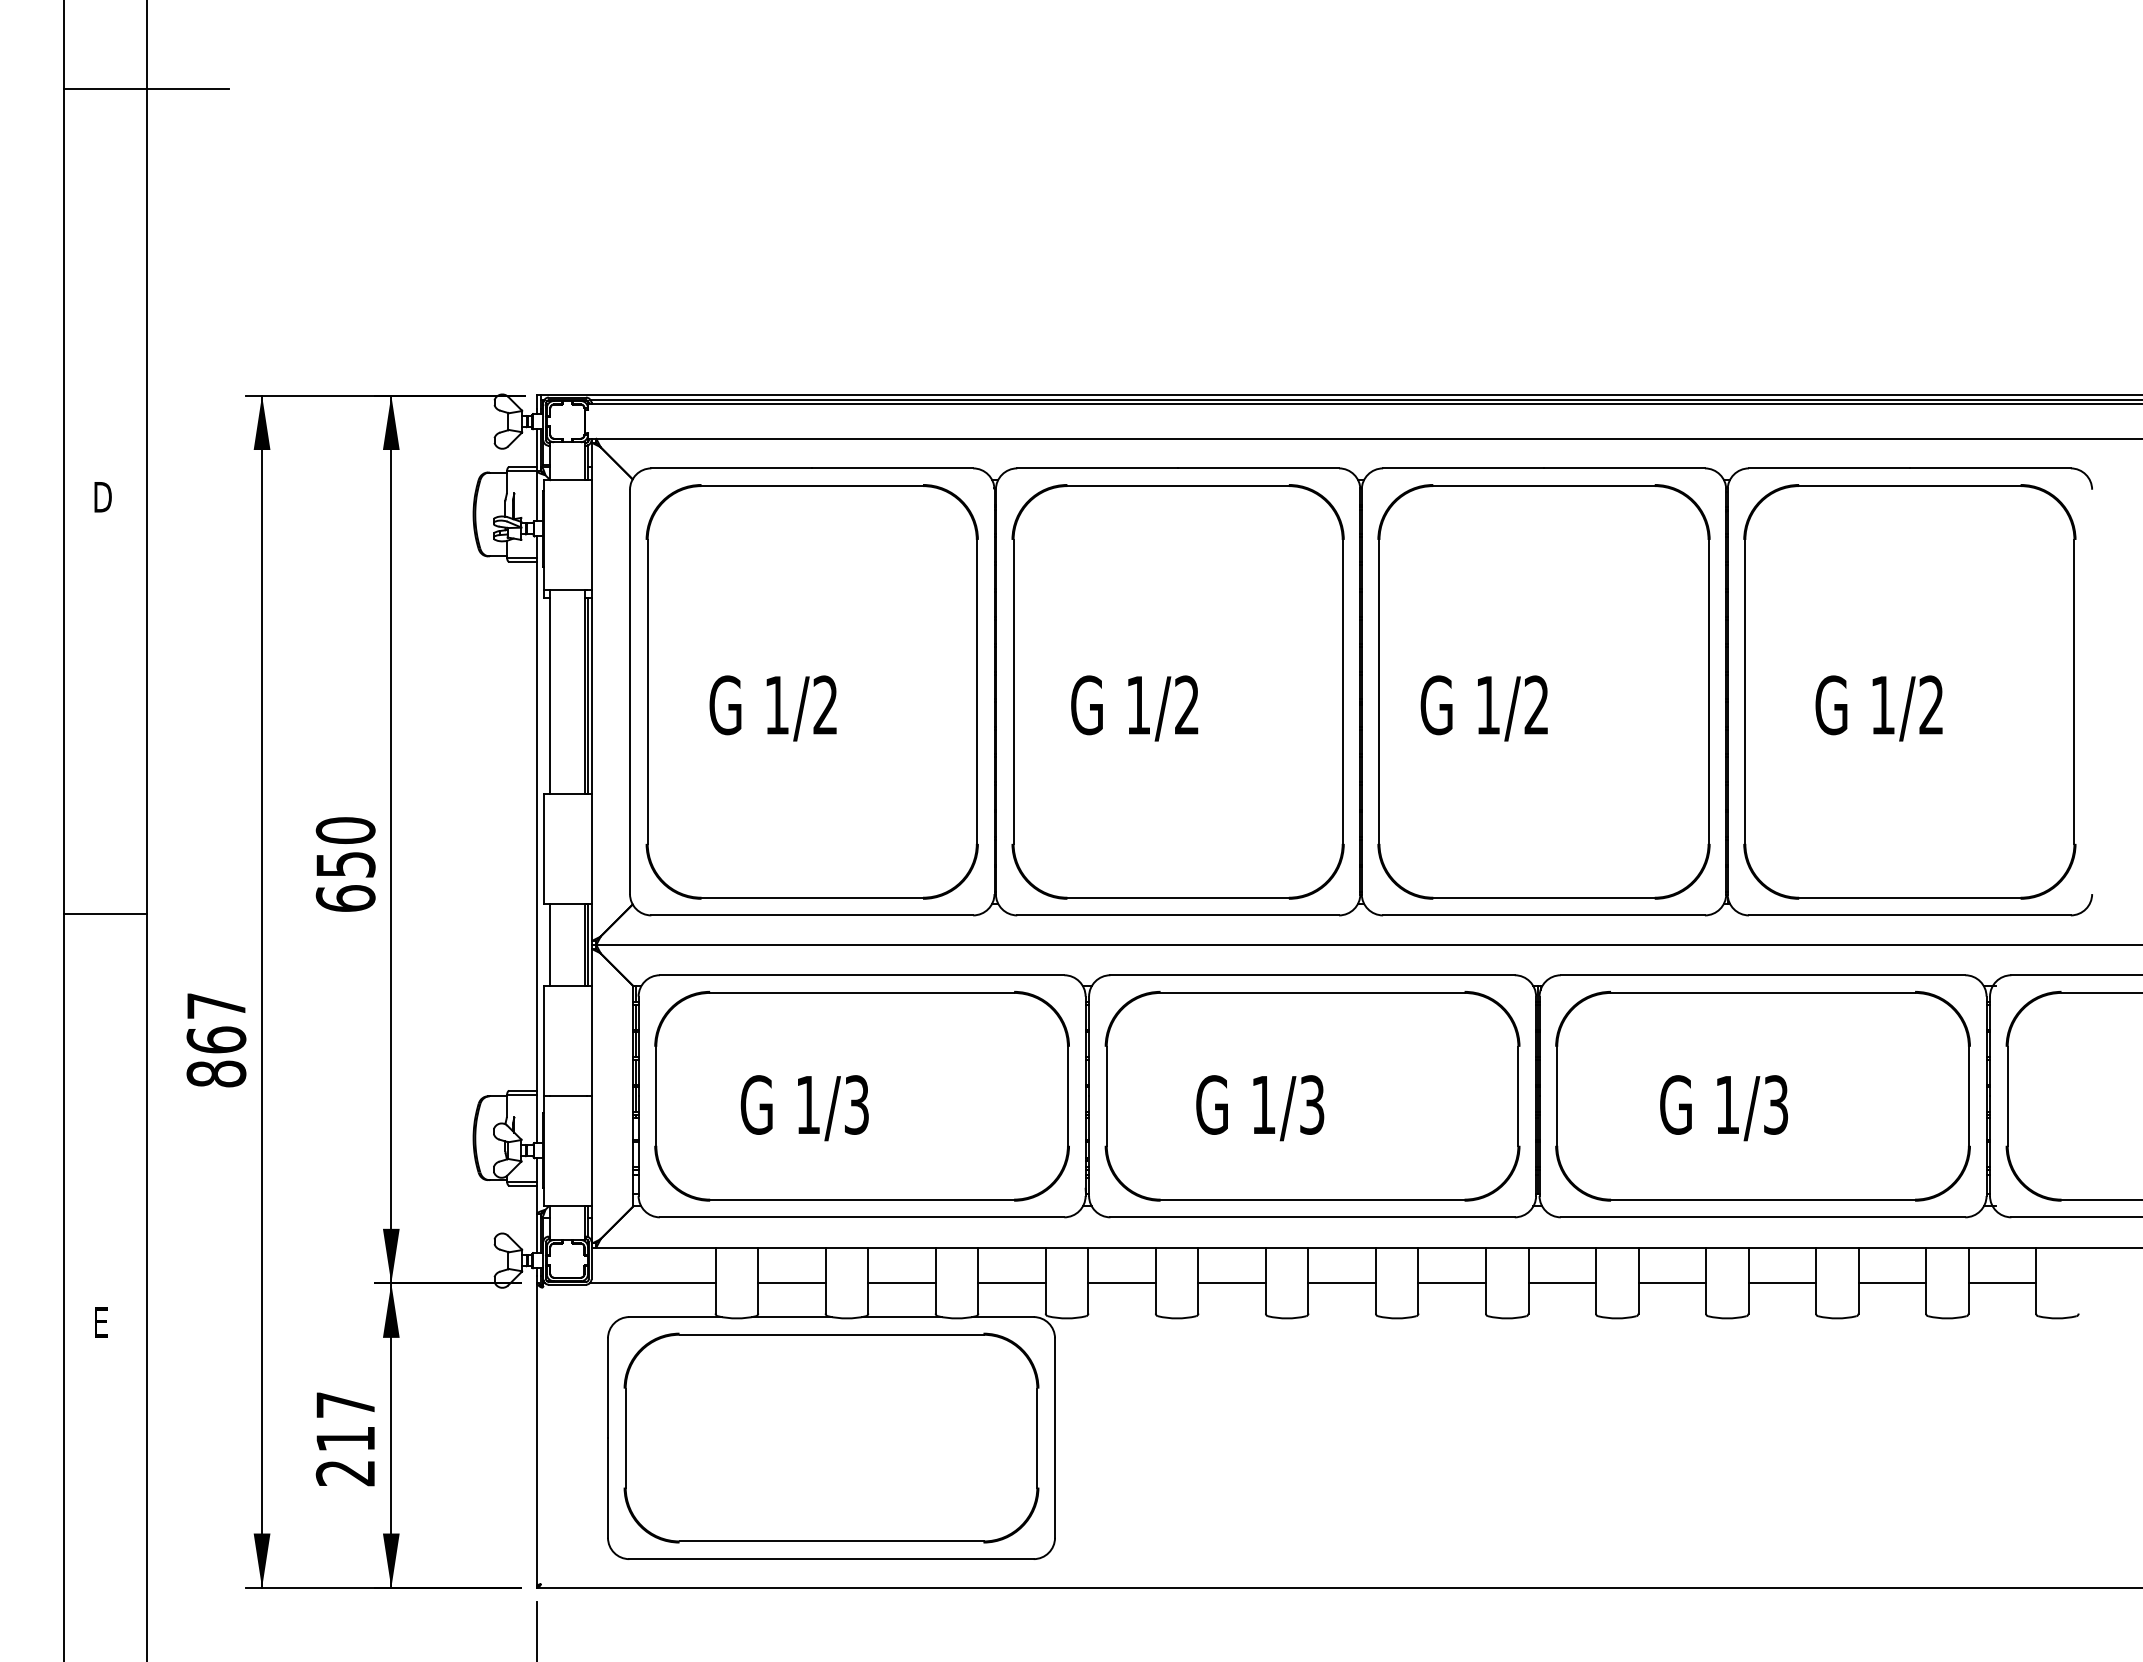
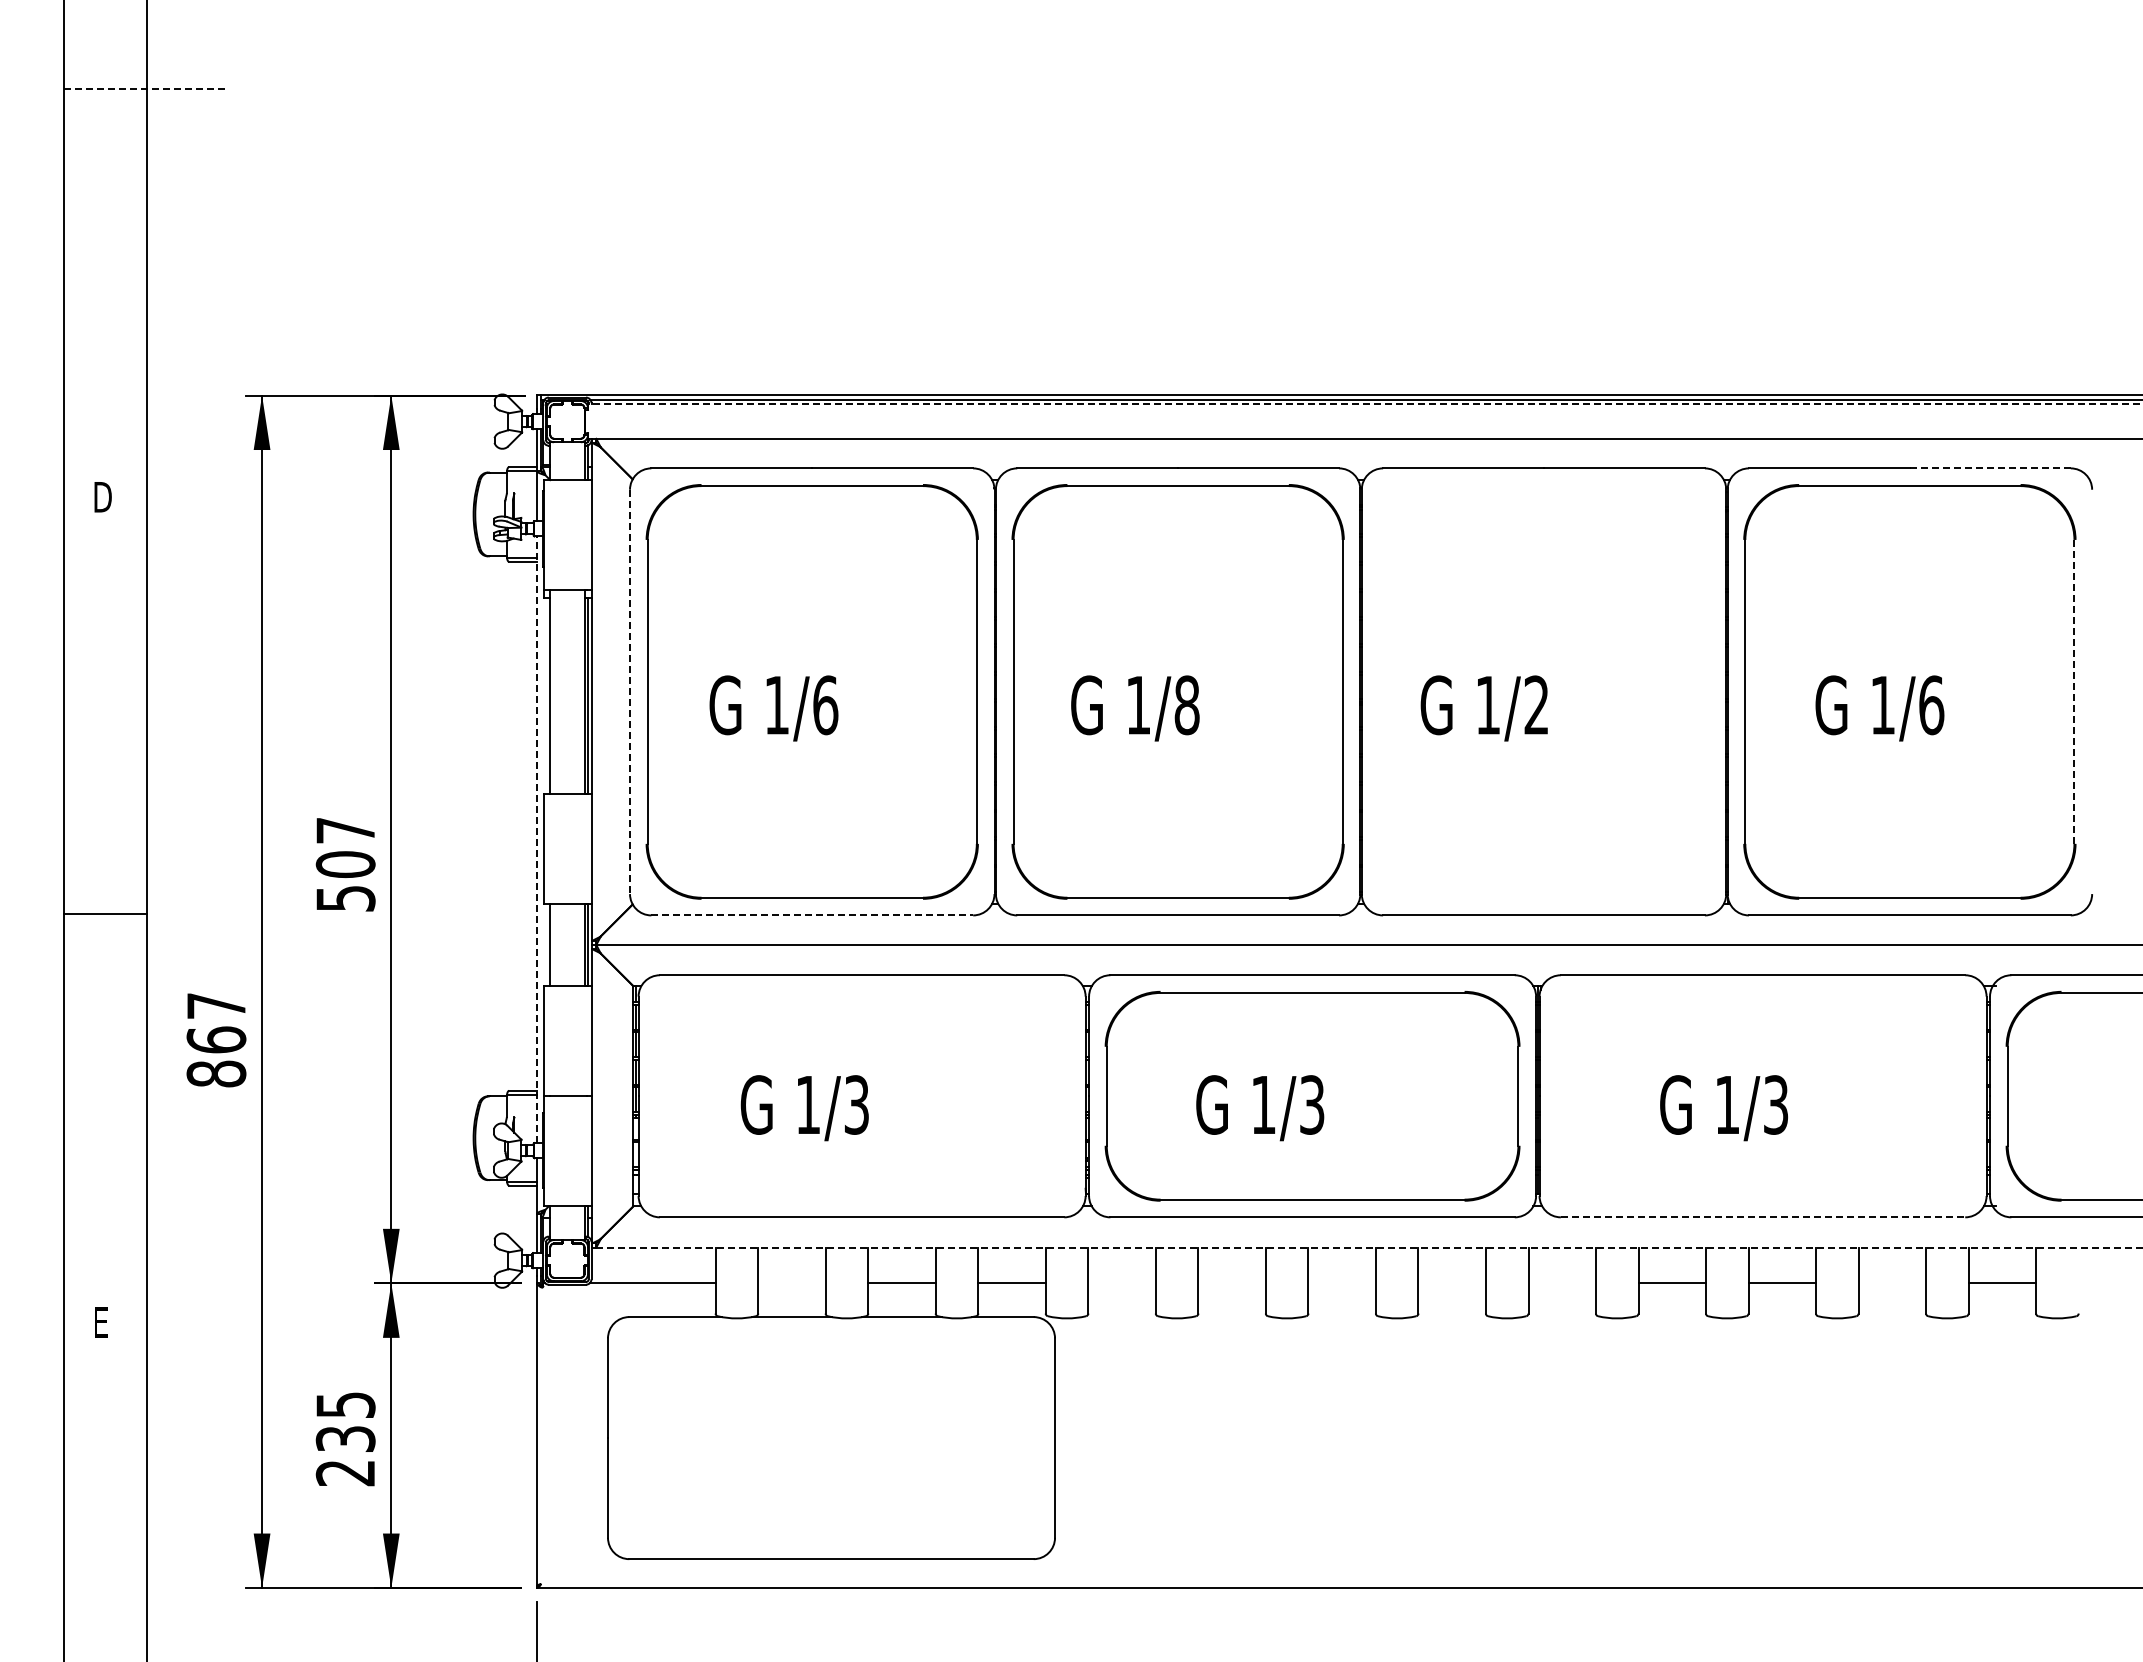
line at (146, 88): solid -> dashed
line at (1364, 404): solid -> dashed
line at (1989, 468): solid -> dashed
part at (1543, 691): present -> none
line at (2074, 691): solid -> dashed
line at (630, 692): solid -> dashed
text at (825, 705): 1/2 -> 1/6
text at (1186, 705): 1/2 -> 1/8
text at (1931, 705): 1/2 -> 1/6
line at (537, 839): solid -> dashed
text at (345, 864): 650 -> 507
line at (812, 915): solid -> dashed
part at (861, 1096): present -> none
part at (1762, 1096): present -> none
line at (1763, 1217): solid -> dashed
line at (1369, 1247): solid -> dashed
line at (791, 1283): present -> none
line at (1121, 1283): present -> none
line at (1231, 1283): present -> none
line at (1341, 1283): present -> none
line at (1451, 1283): present -> none
line at (1561, 1283): present -> none
line at (1892, 1283): present -> none
text at (345, 1421): 217 -> 235
part at (831, 1437): present -> none
